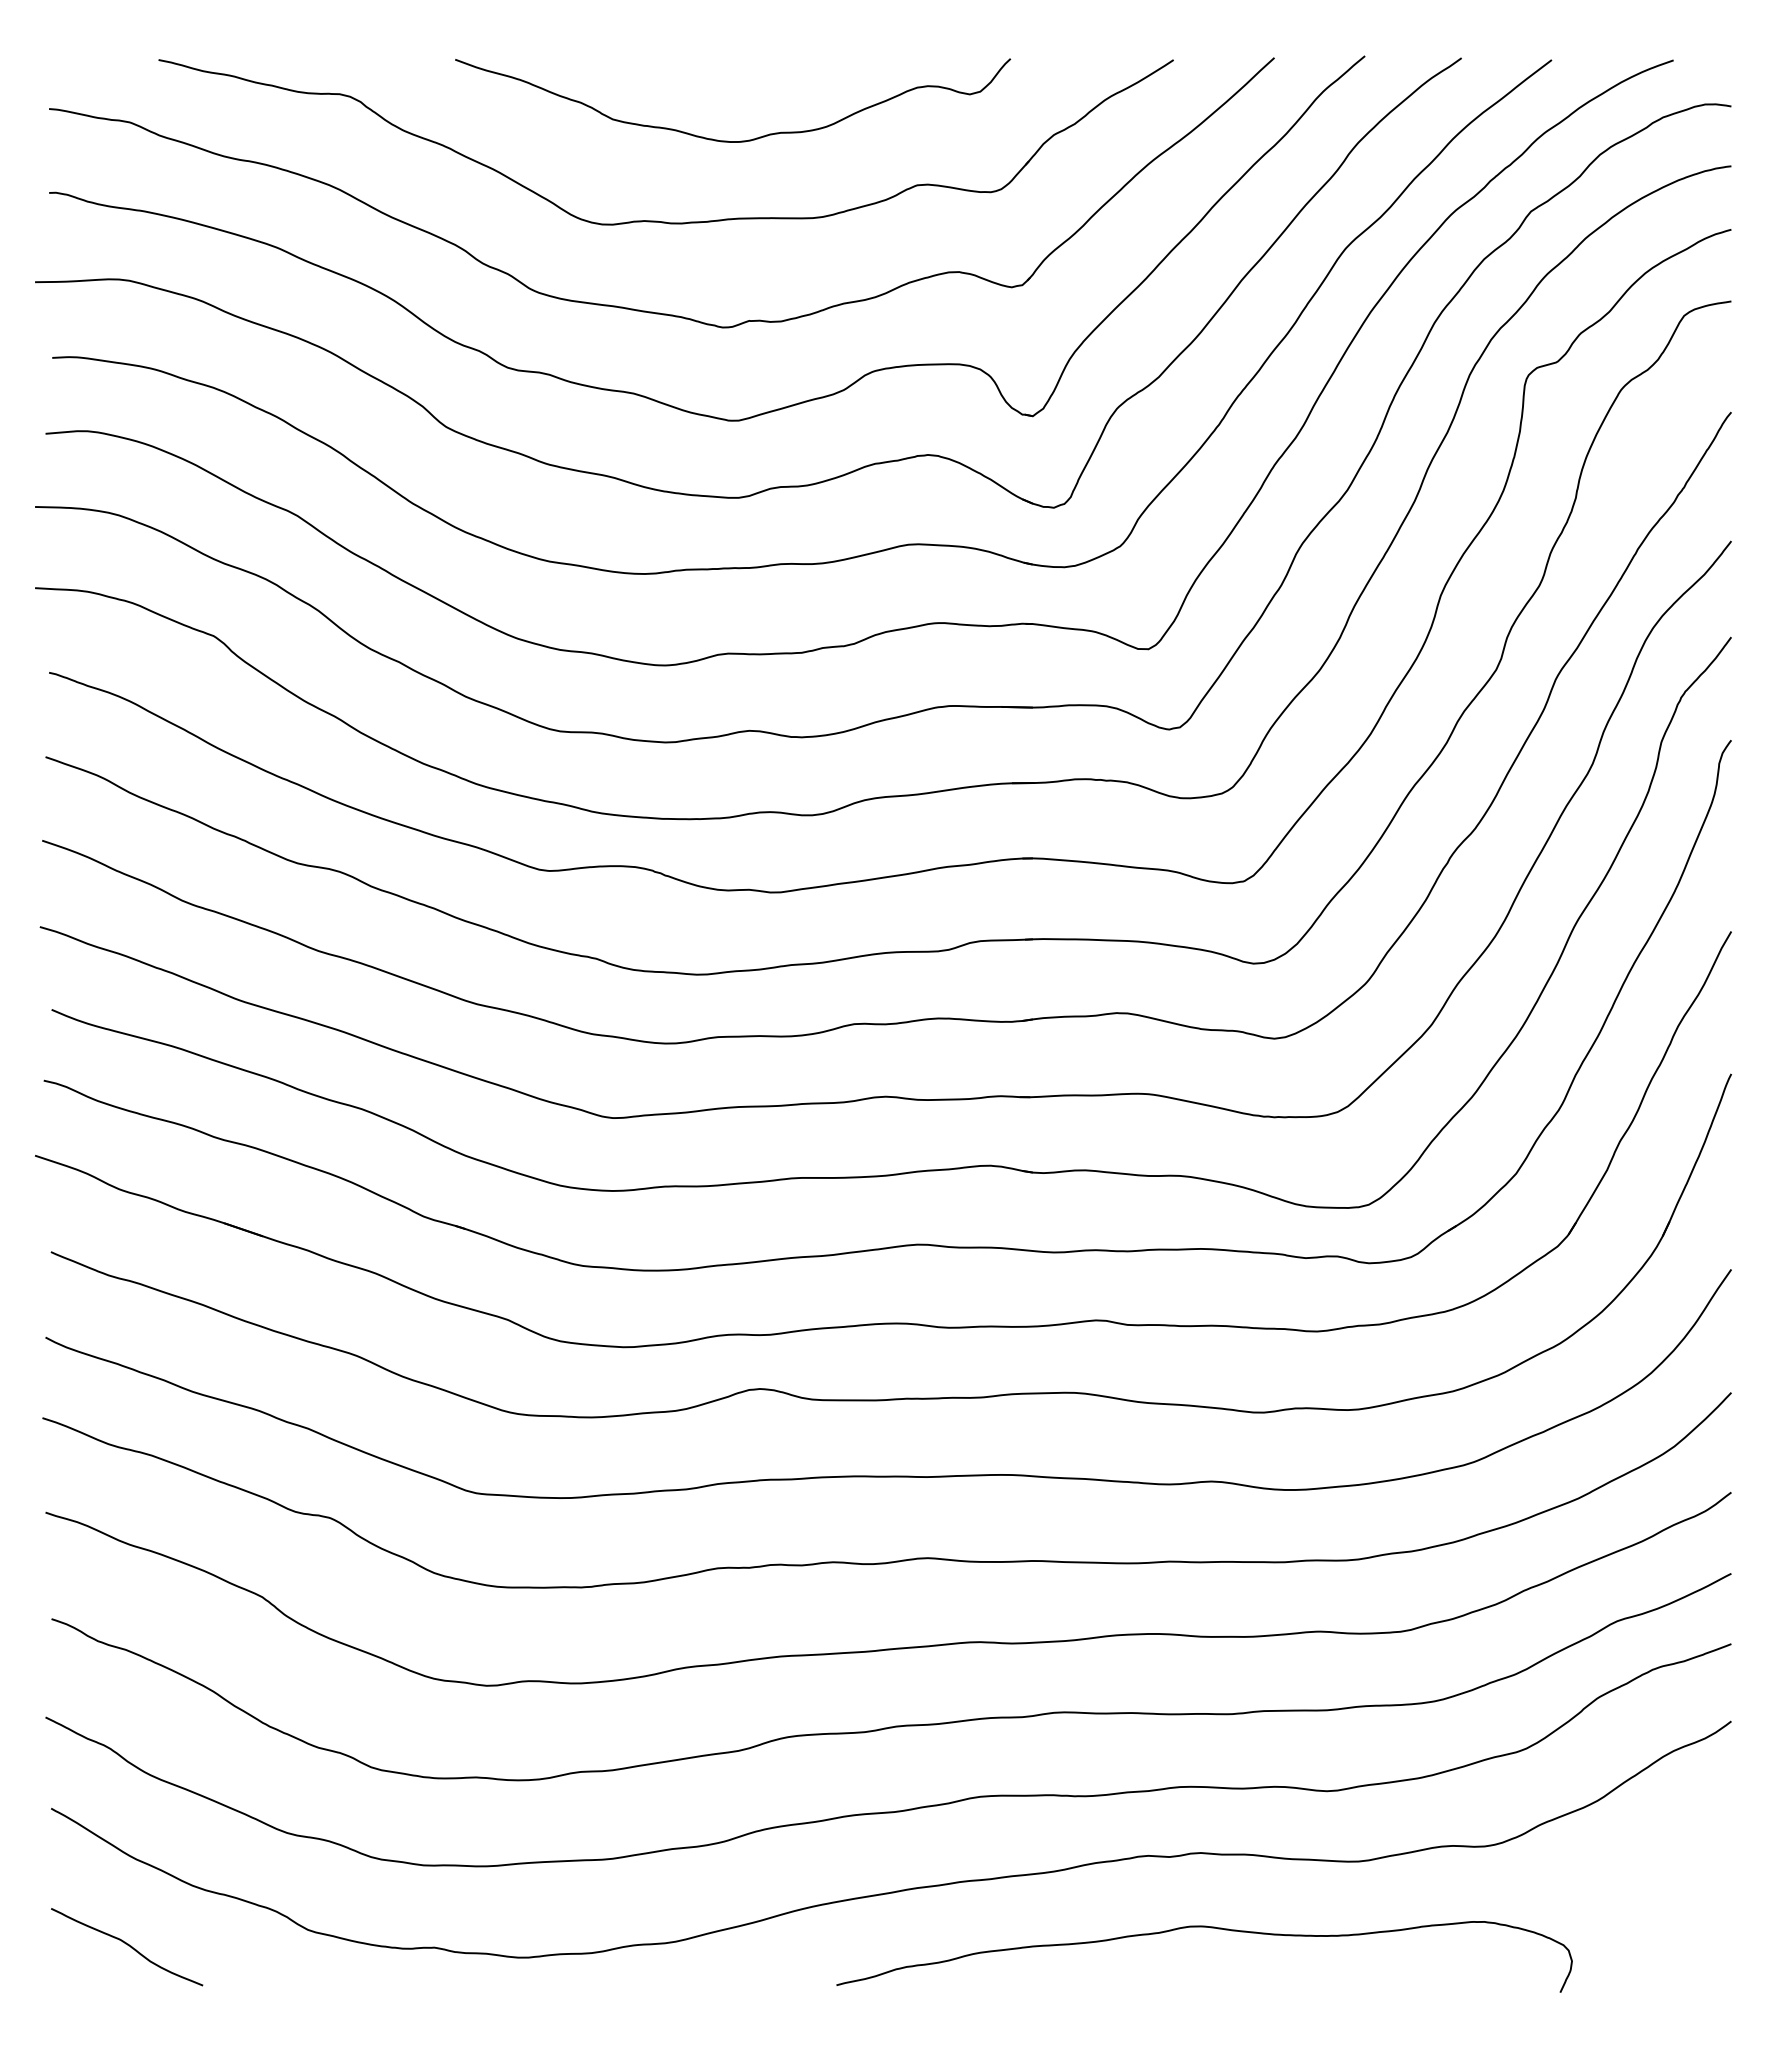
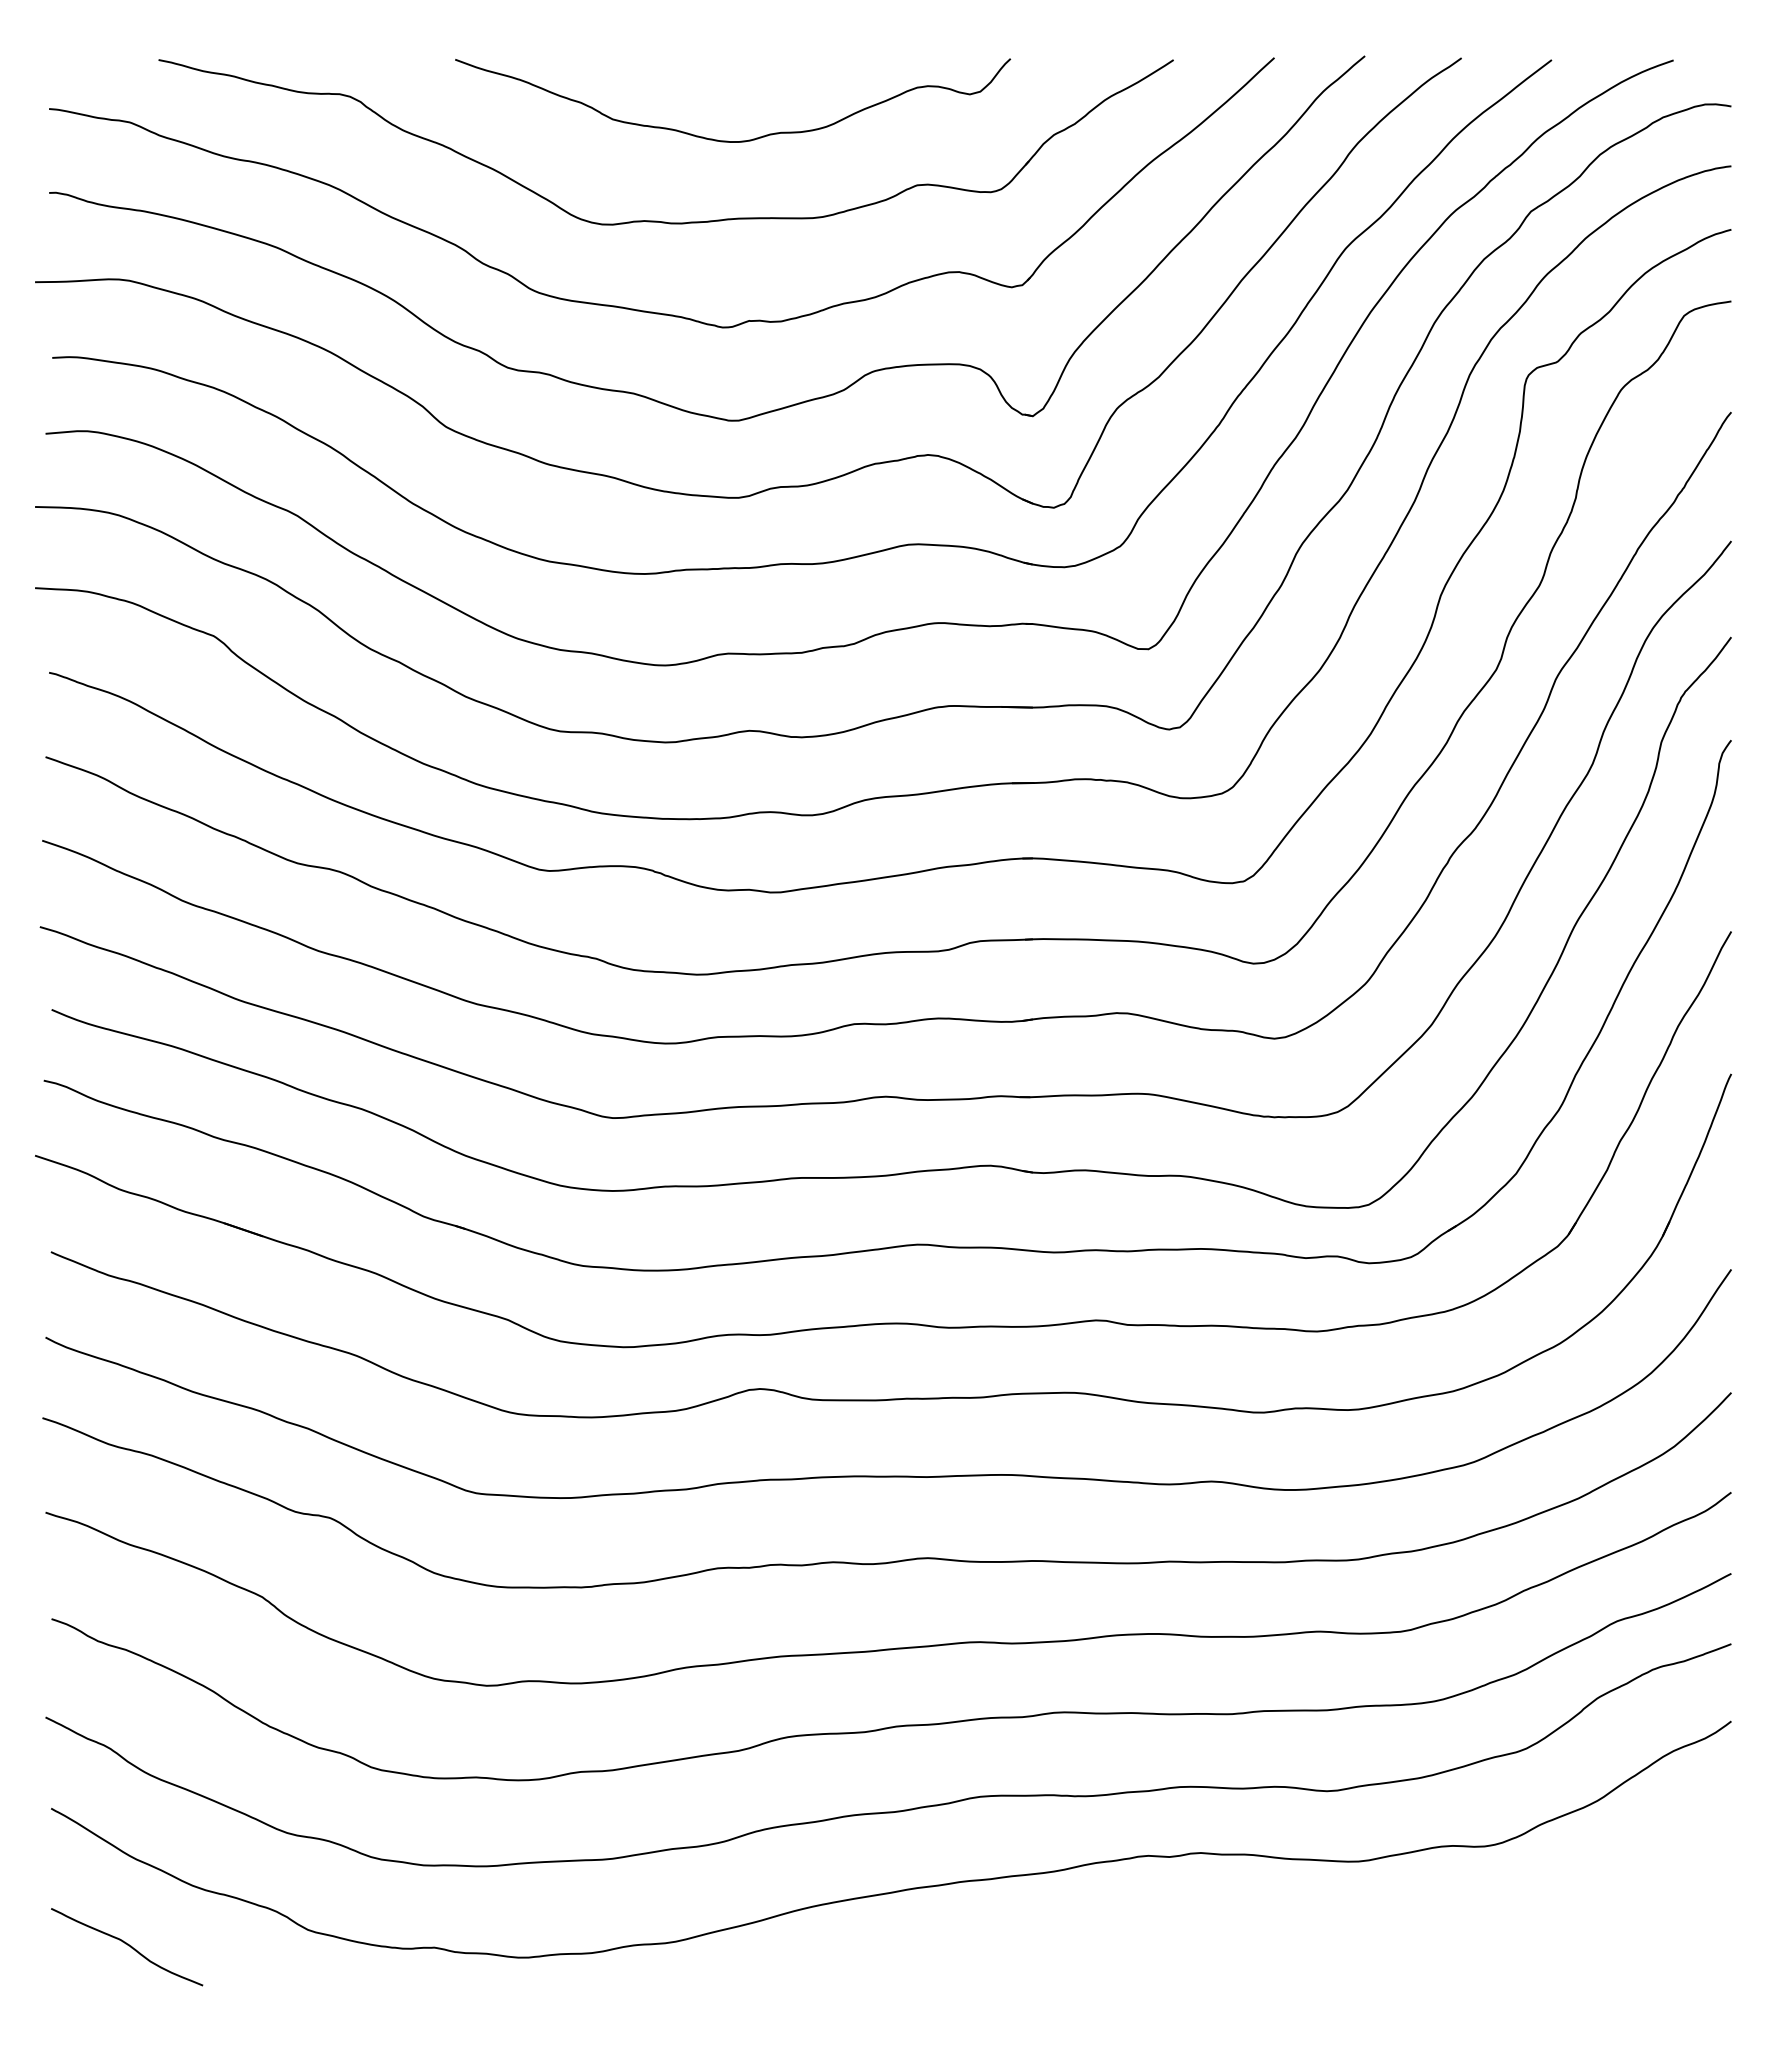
curve at (1210, 1928): present -> none
